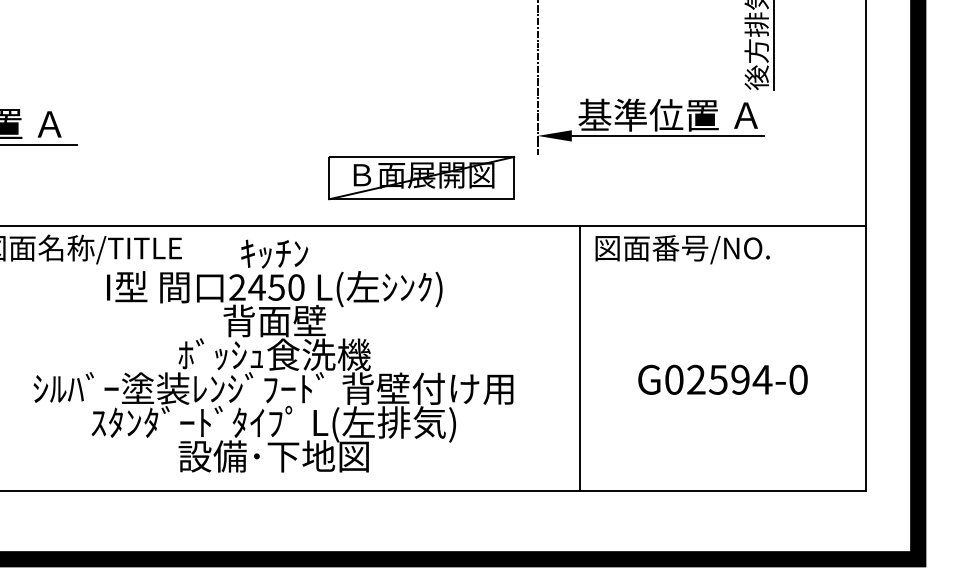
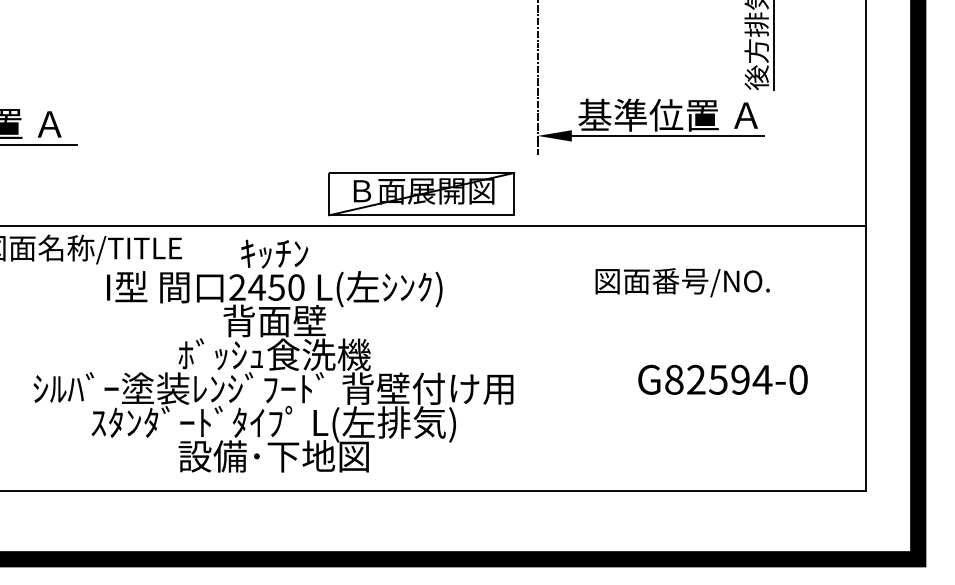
part at (421, 178) position: (421, 178) -> (421, 194)
text at (682, 249) position: (682, 249) -> (682, 282)
line at (580, 358): present -> none
text at (674, 379): G02594-0 -> G82594-0
